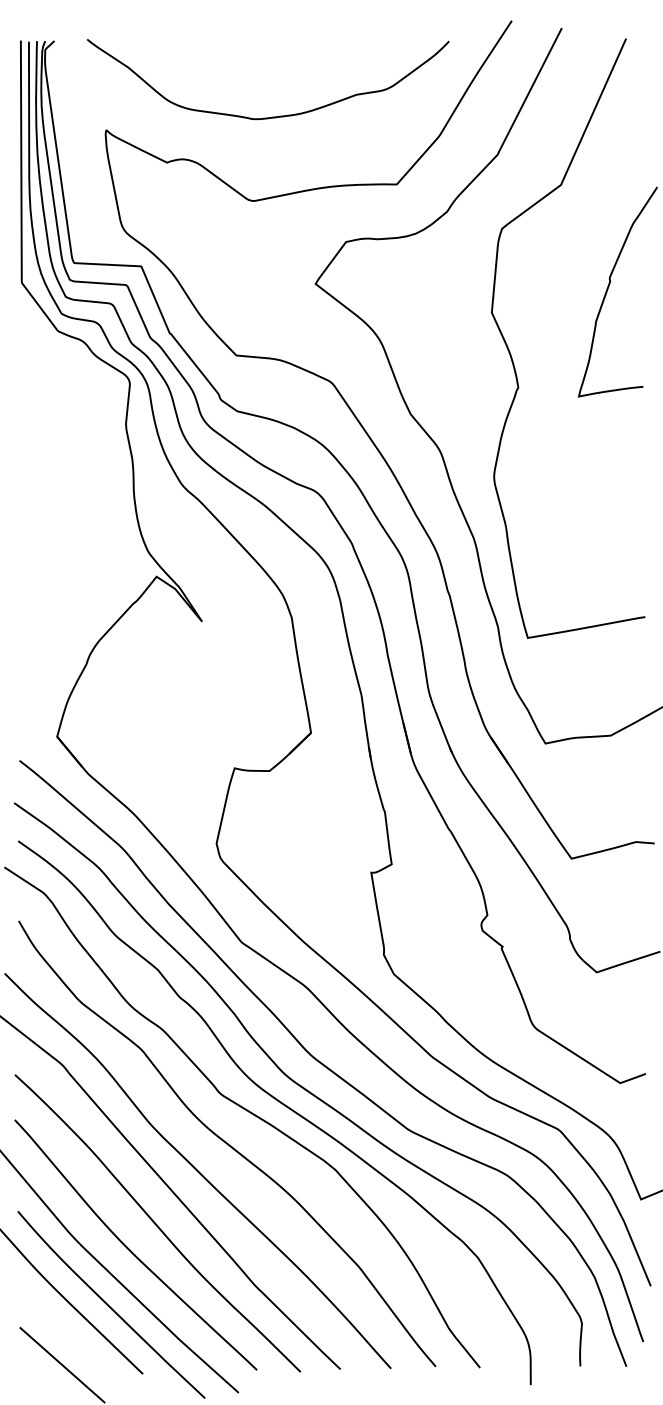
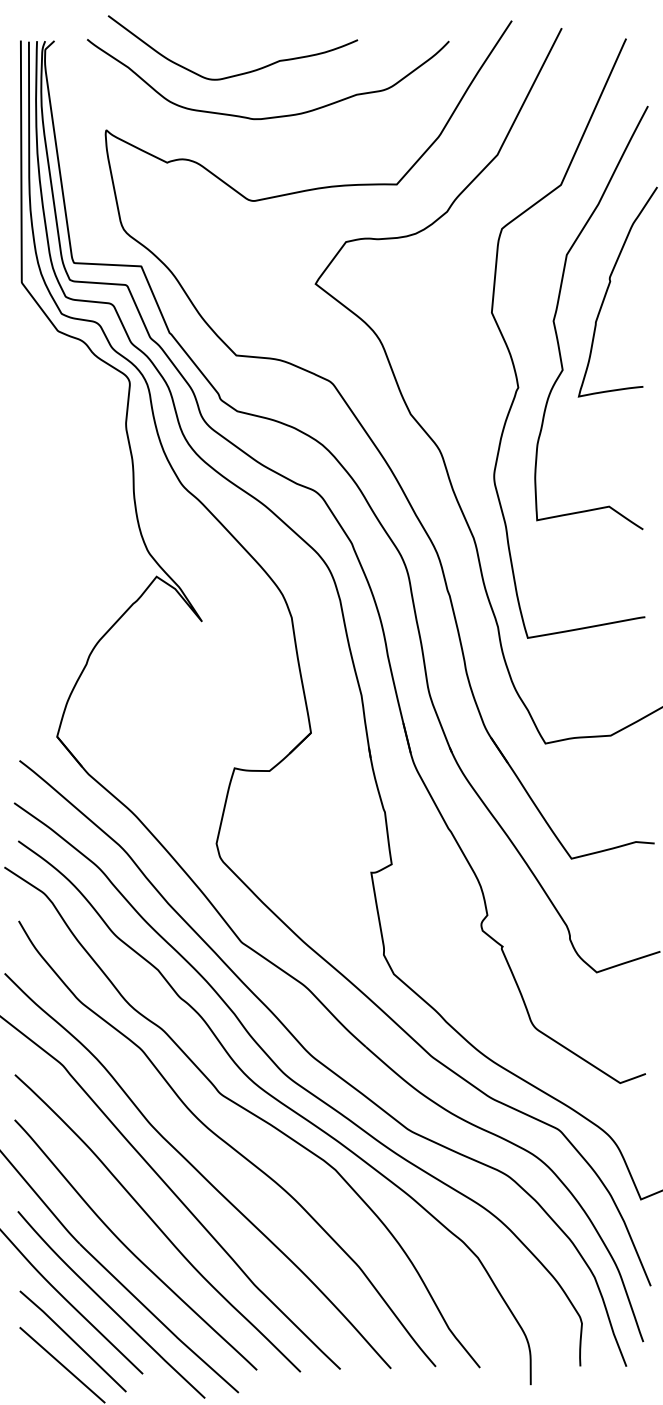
curve at (239, 73): none -> present
curve at (557, 310): none -> present
line at (72, 1341): none -> present
